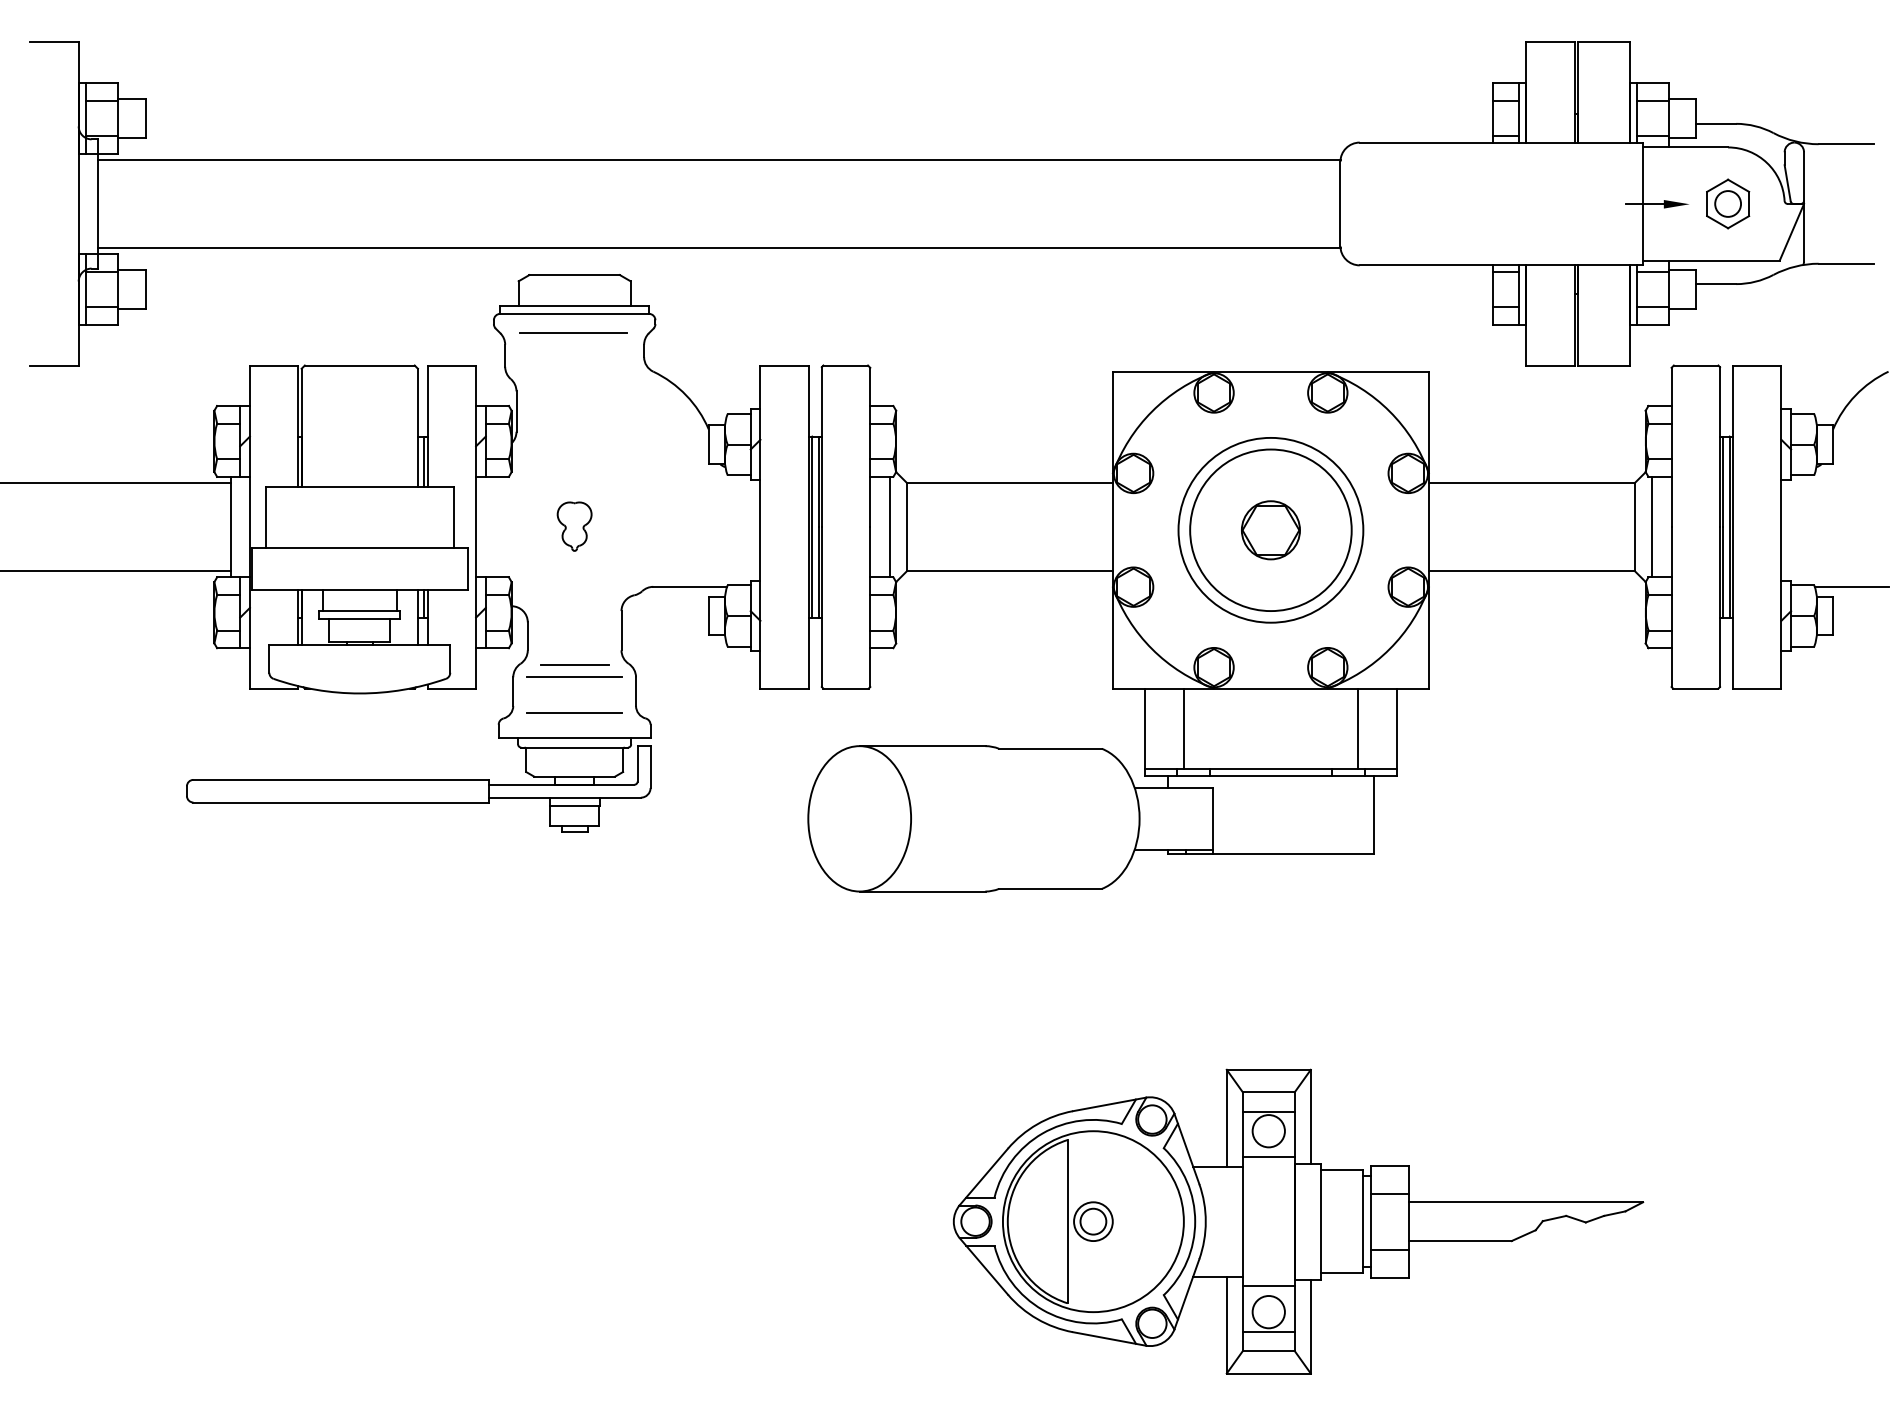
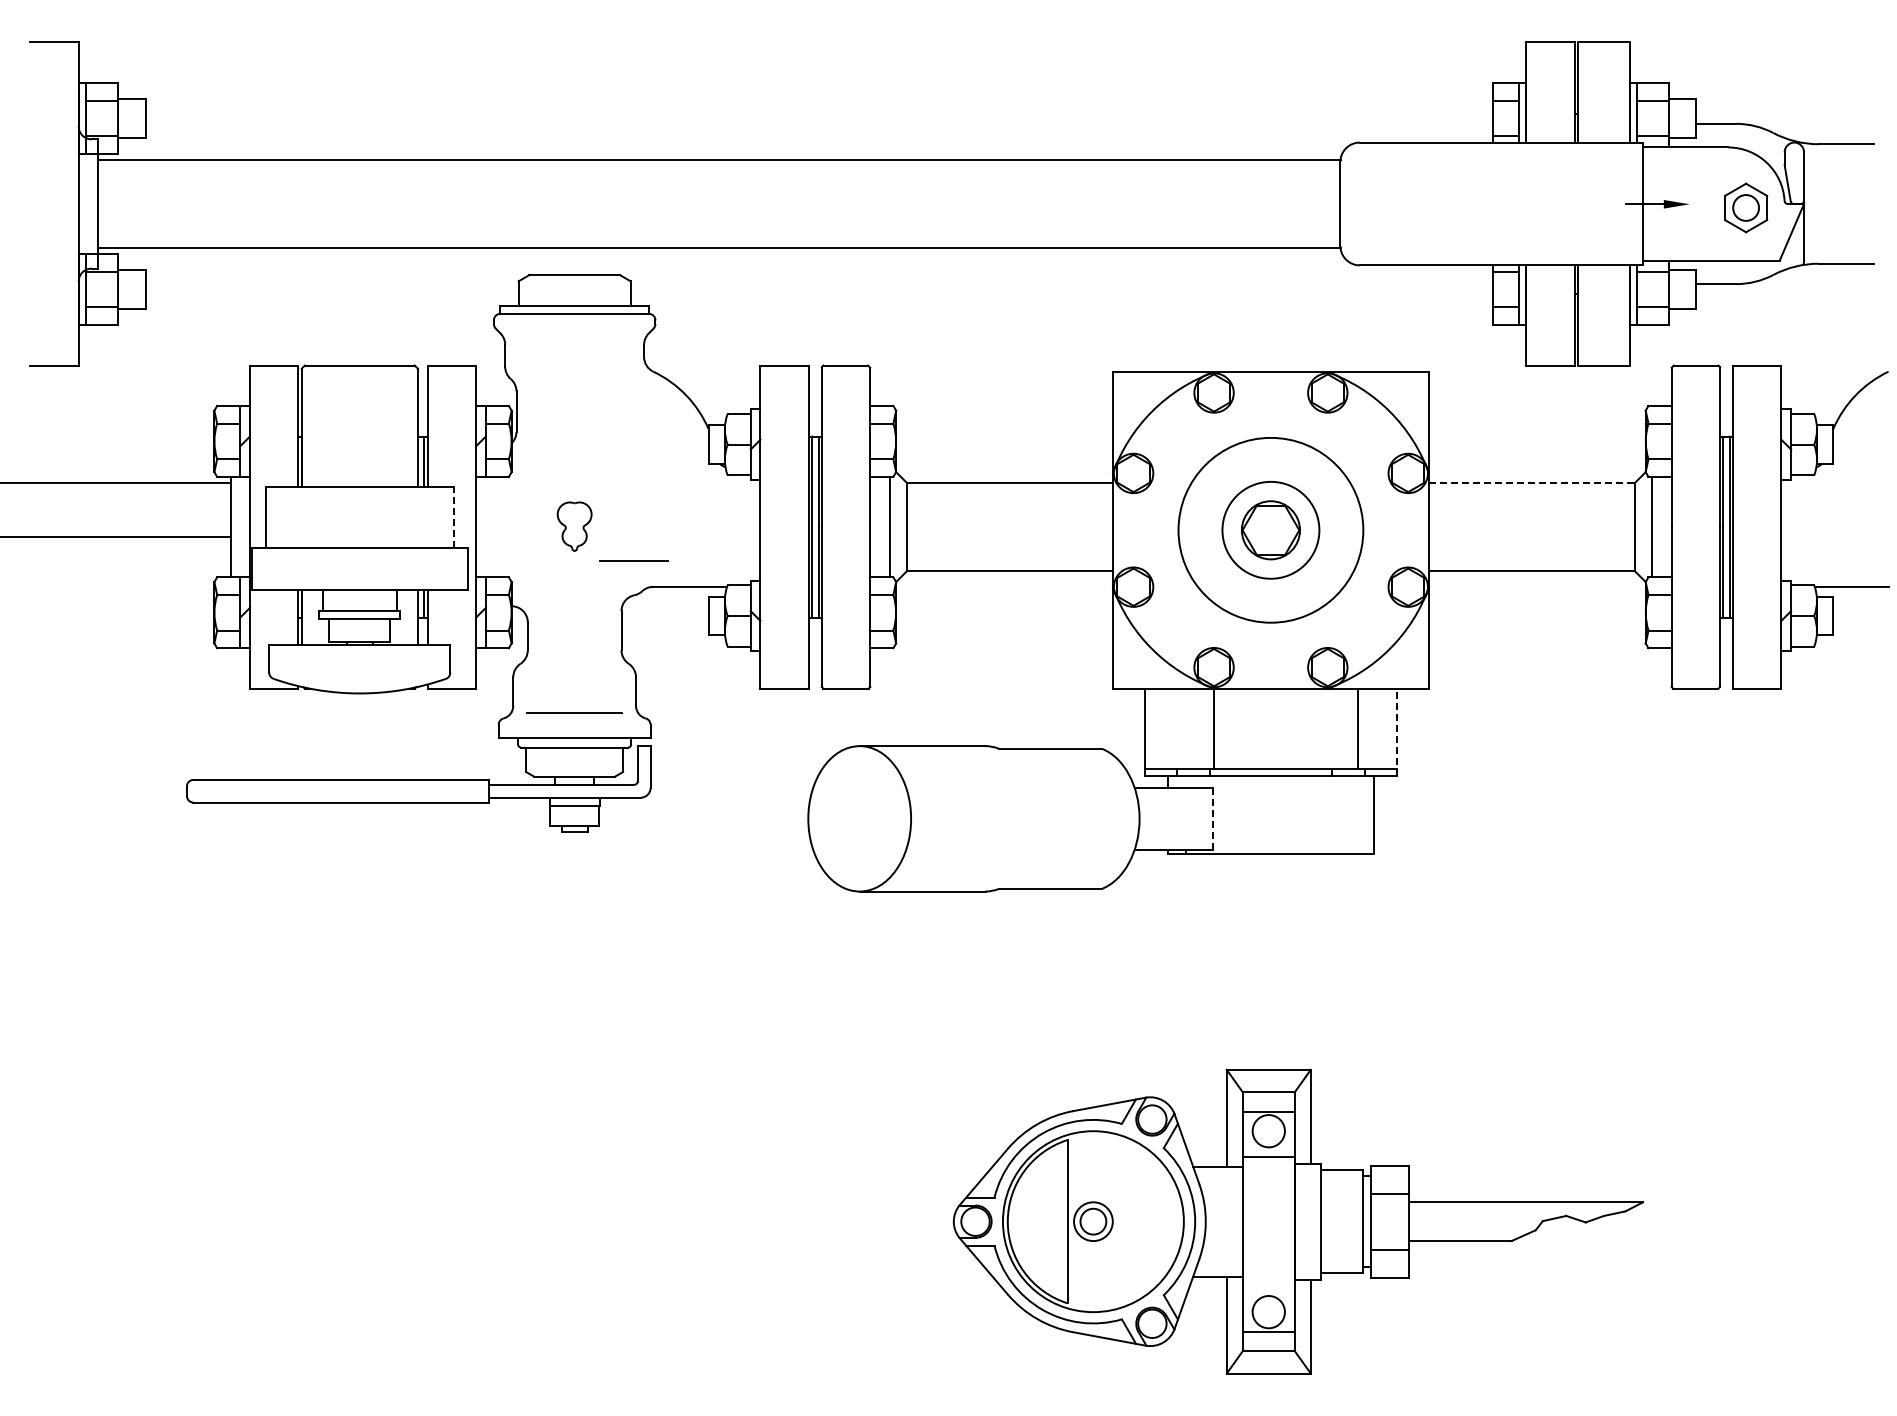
part at (1728, 203) position: (1728, 203) -> (1746, 207)
line at (573, 333): present -> none
line at (1532, 483): solid -> dashed
line at (453, 517): solid -> dashed
circle at (1270, 530) diameter: 162 px -> 97 px
line at (116, 571) position: (116, 571) -> (116, 537)
line at (574, 664) position: (574, 664) -> (633, 560)
line at (574, 676): present -> none
line at (1183, 728) position: (1183, 728) -> (1213, 728)
line at (1397, 732): solid -> dashed
line at (1212, 821): solid -> dashed
line at (1268, 1286): present -> none
